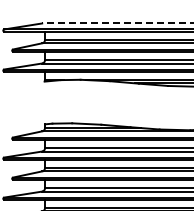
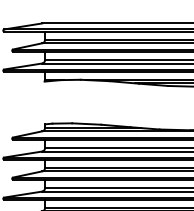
line at (118, 23): dashed -> solid
